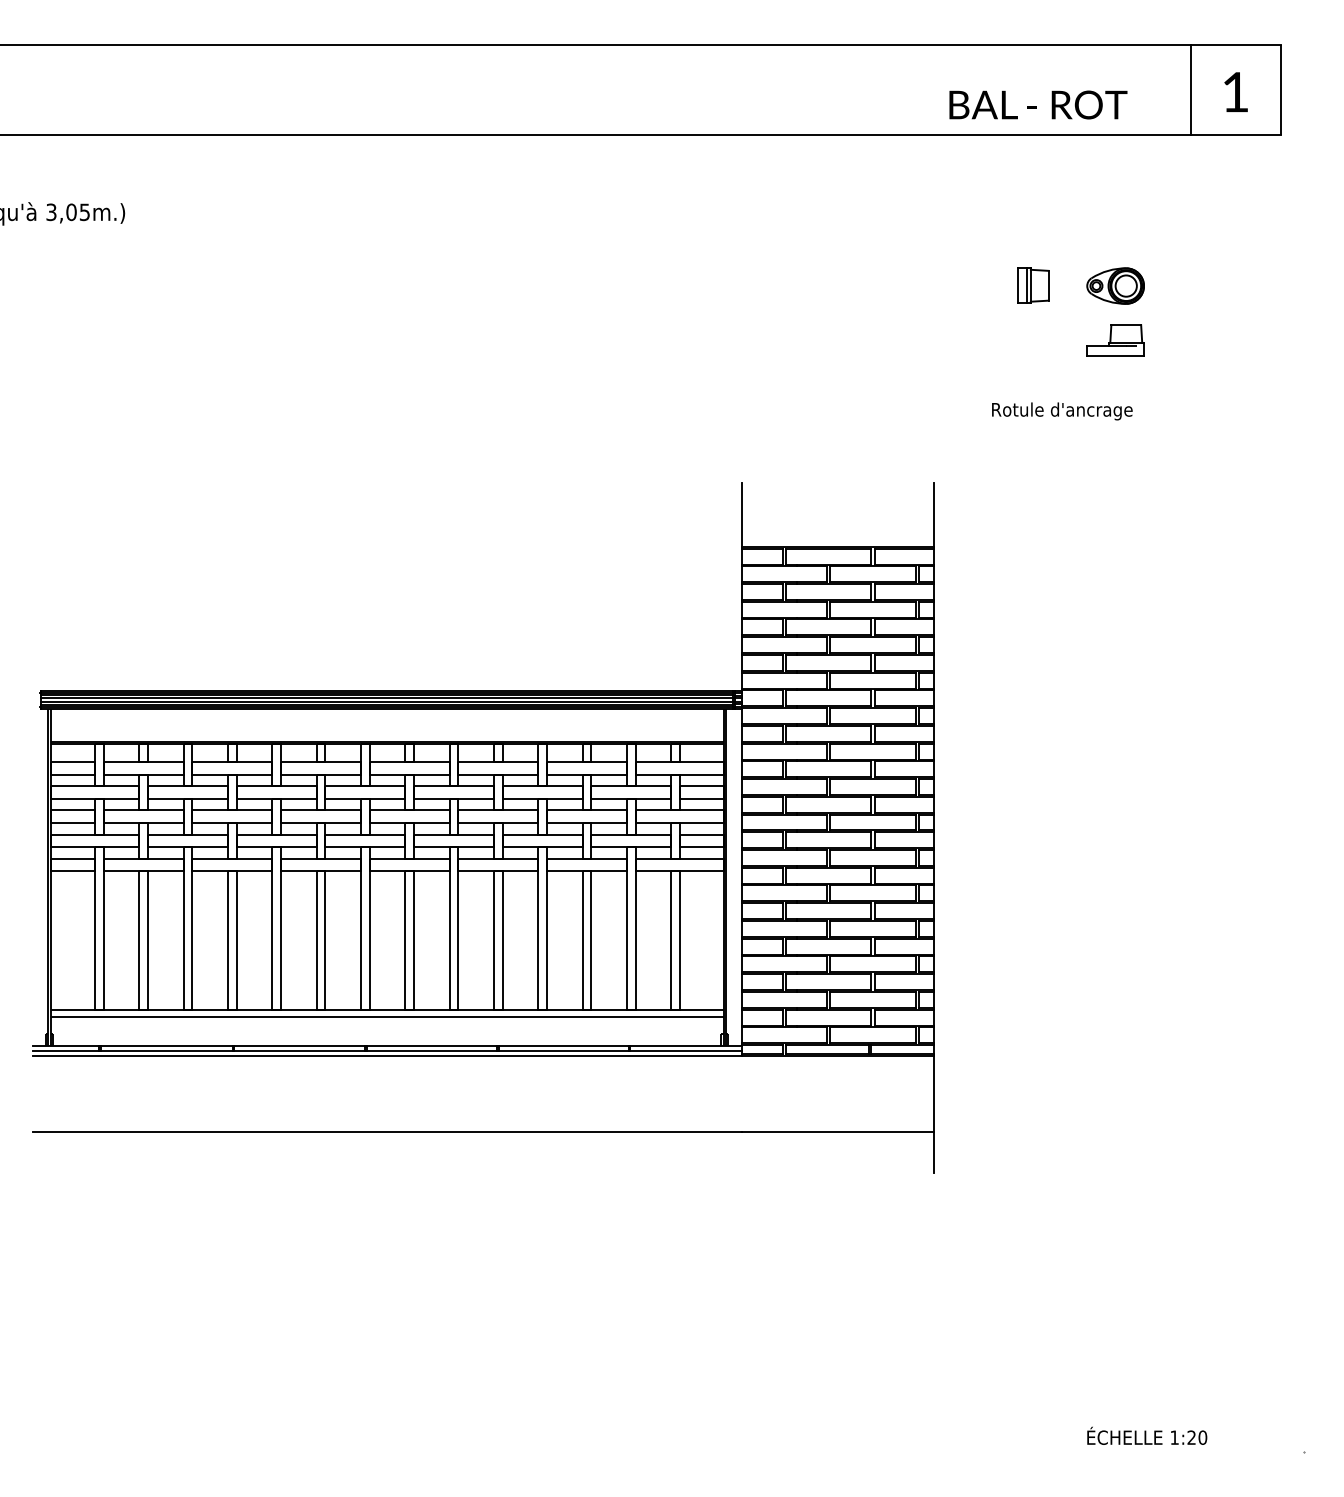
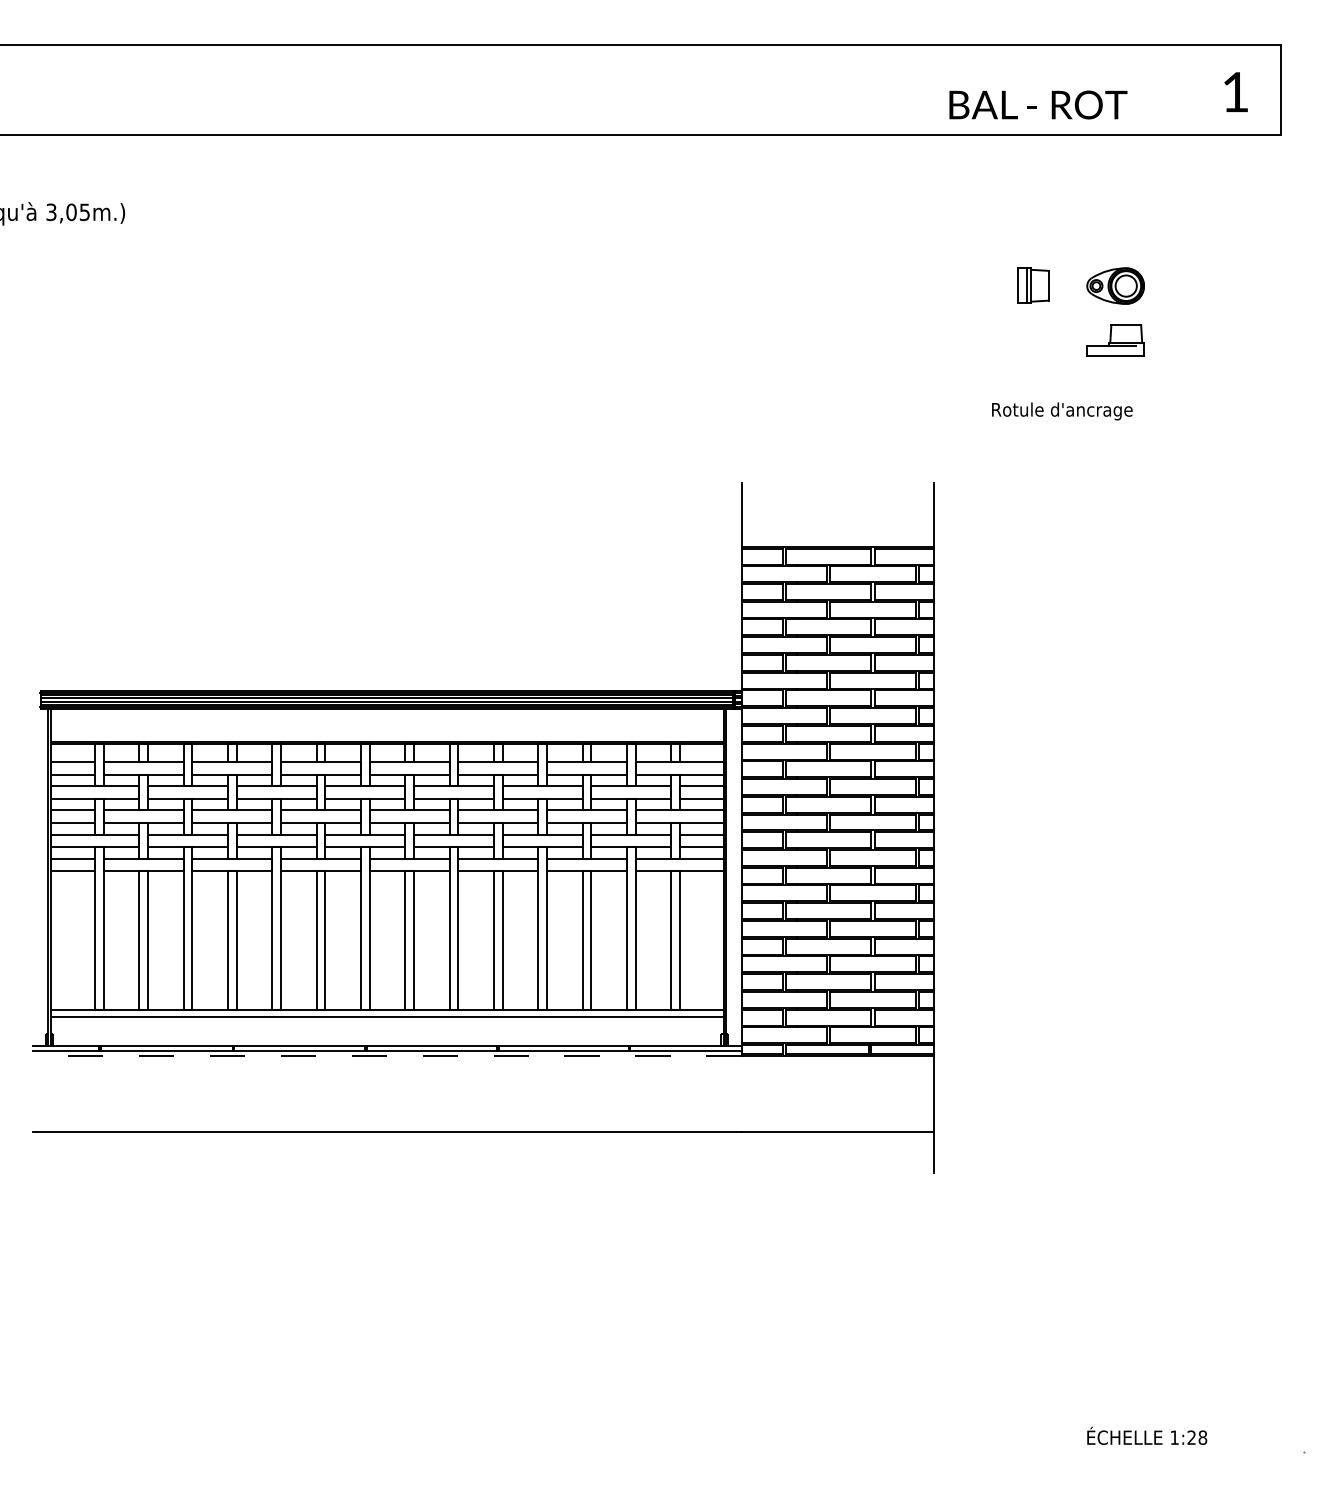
line at (1190, 89): present -> none
line at (387, 1056): solid -> dashed
text at (1202, 1437): 1:20 -> 1:28
